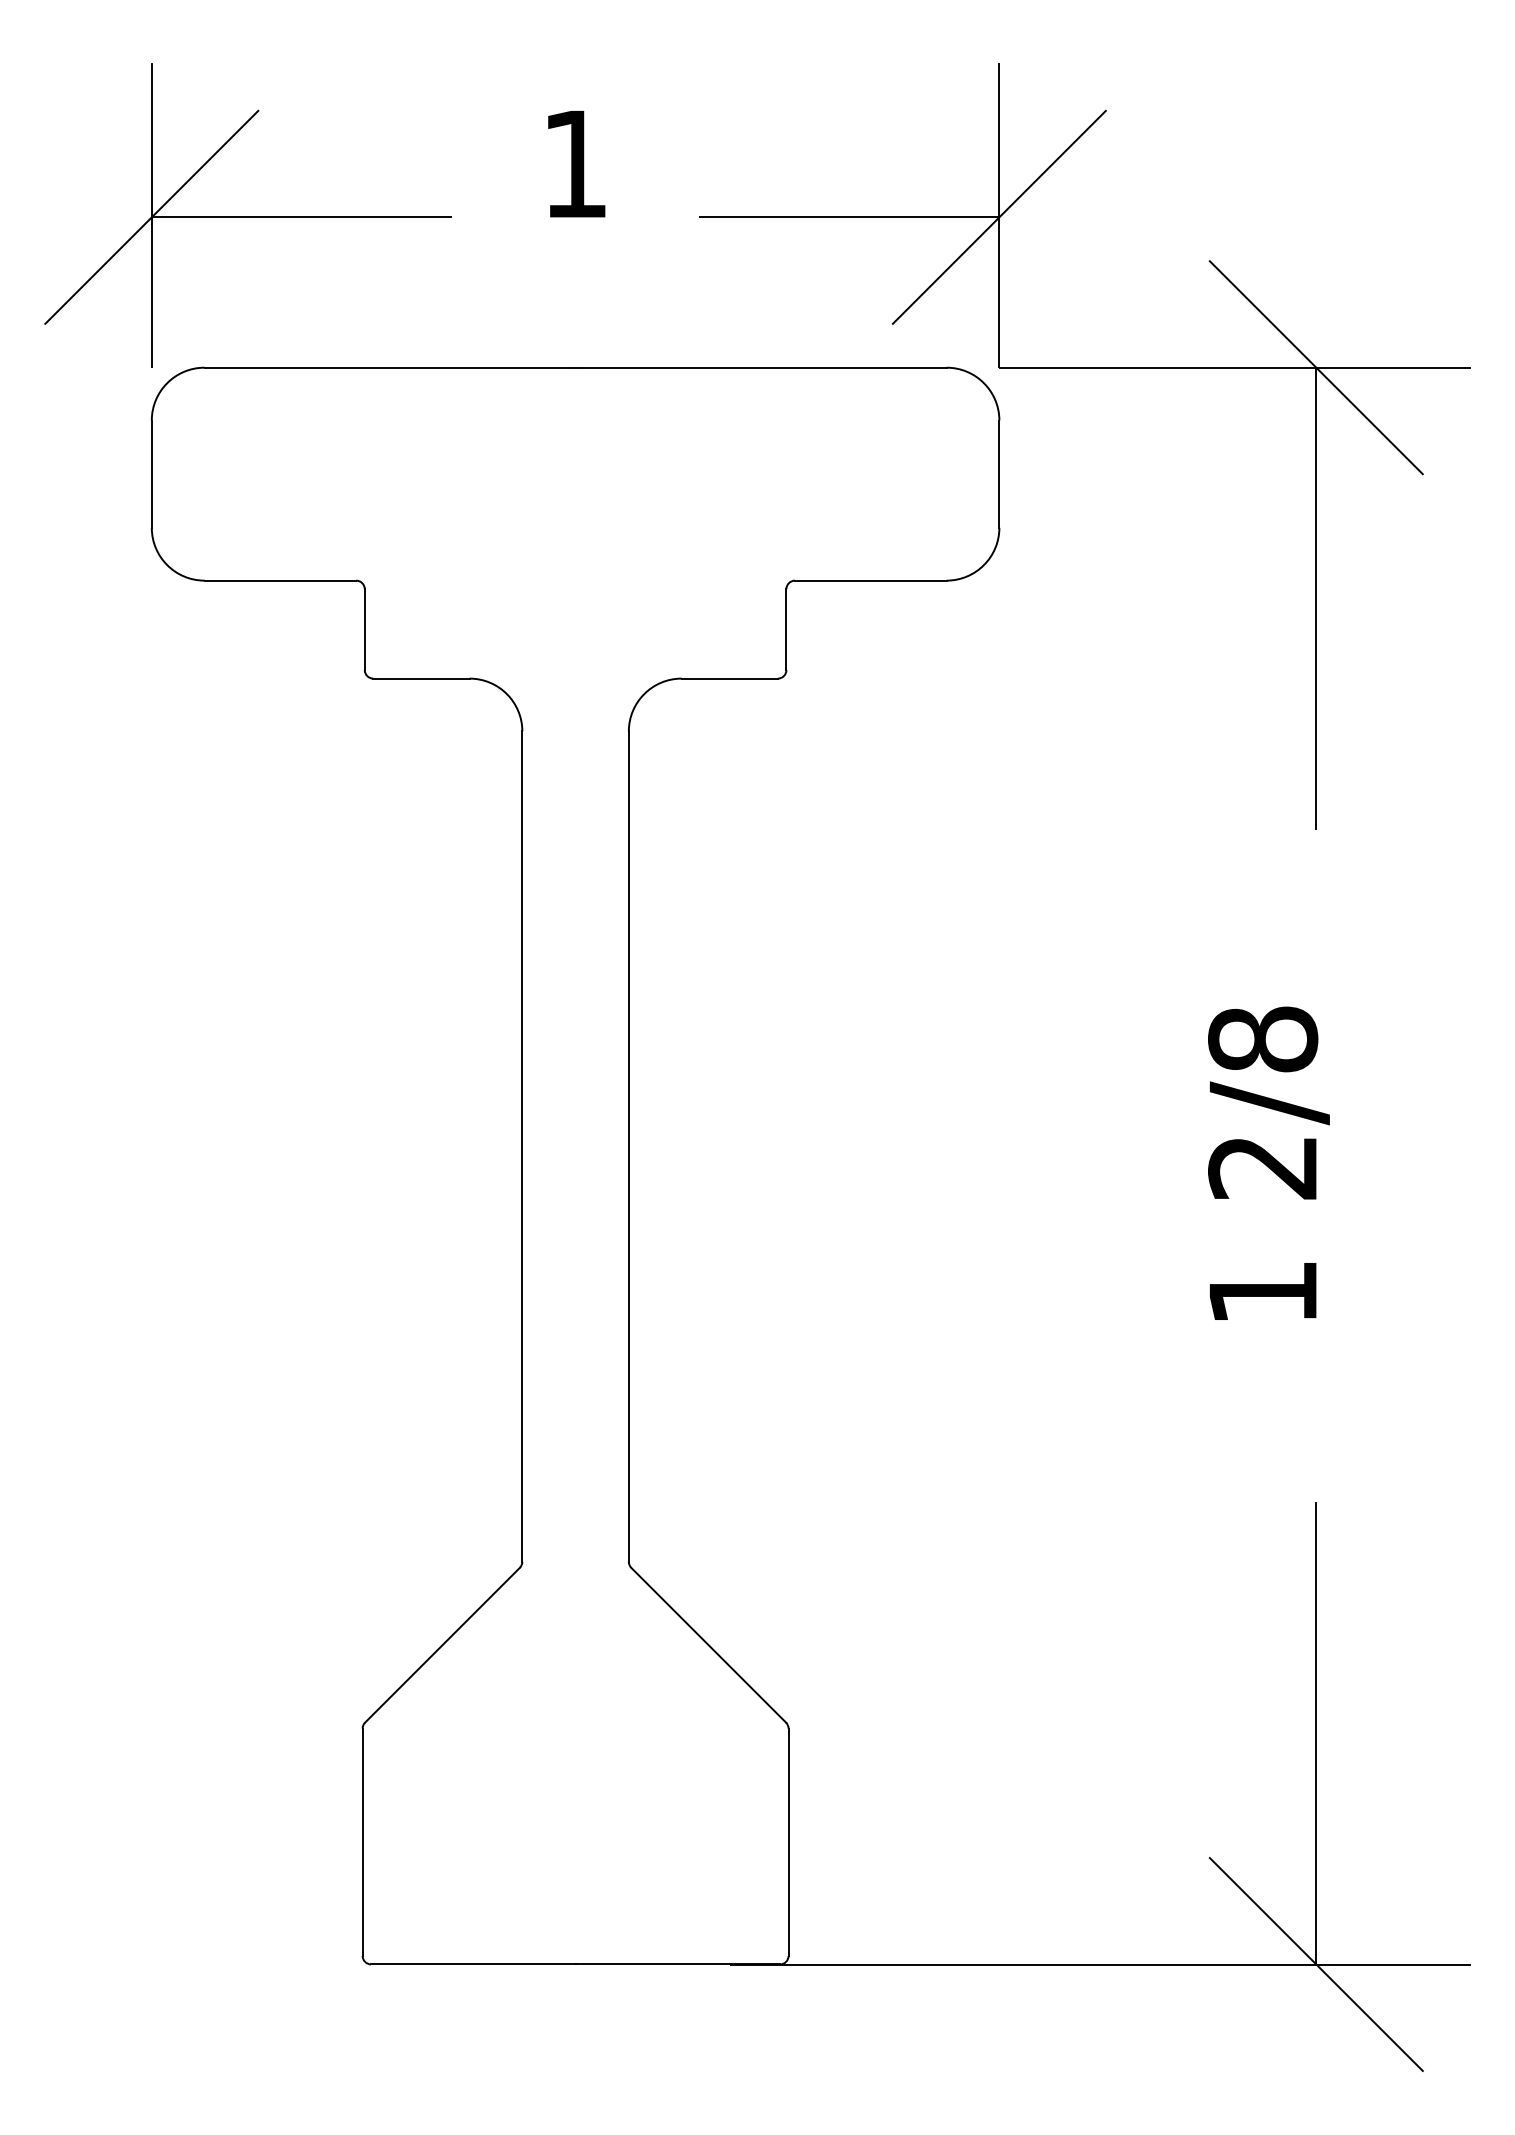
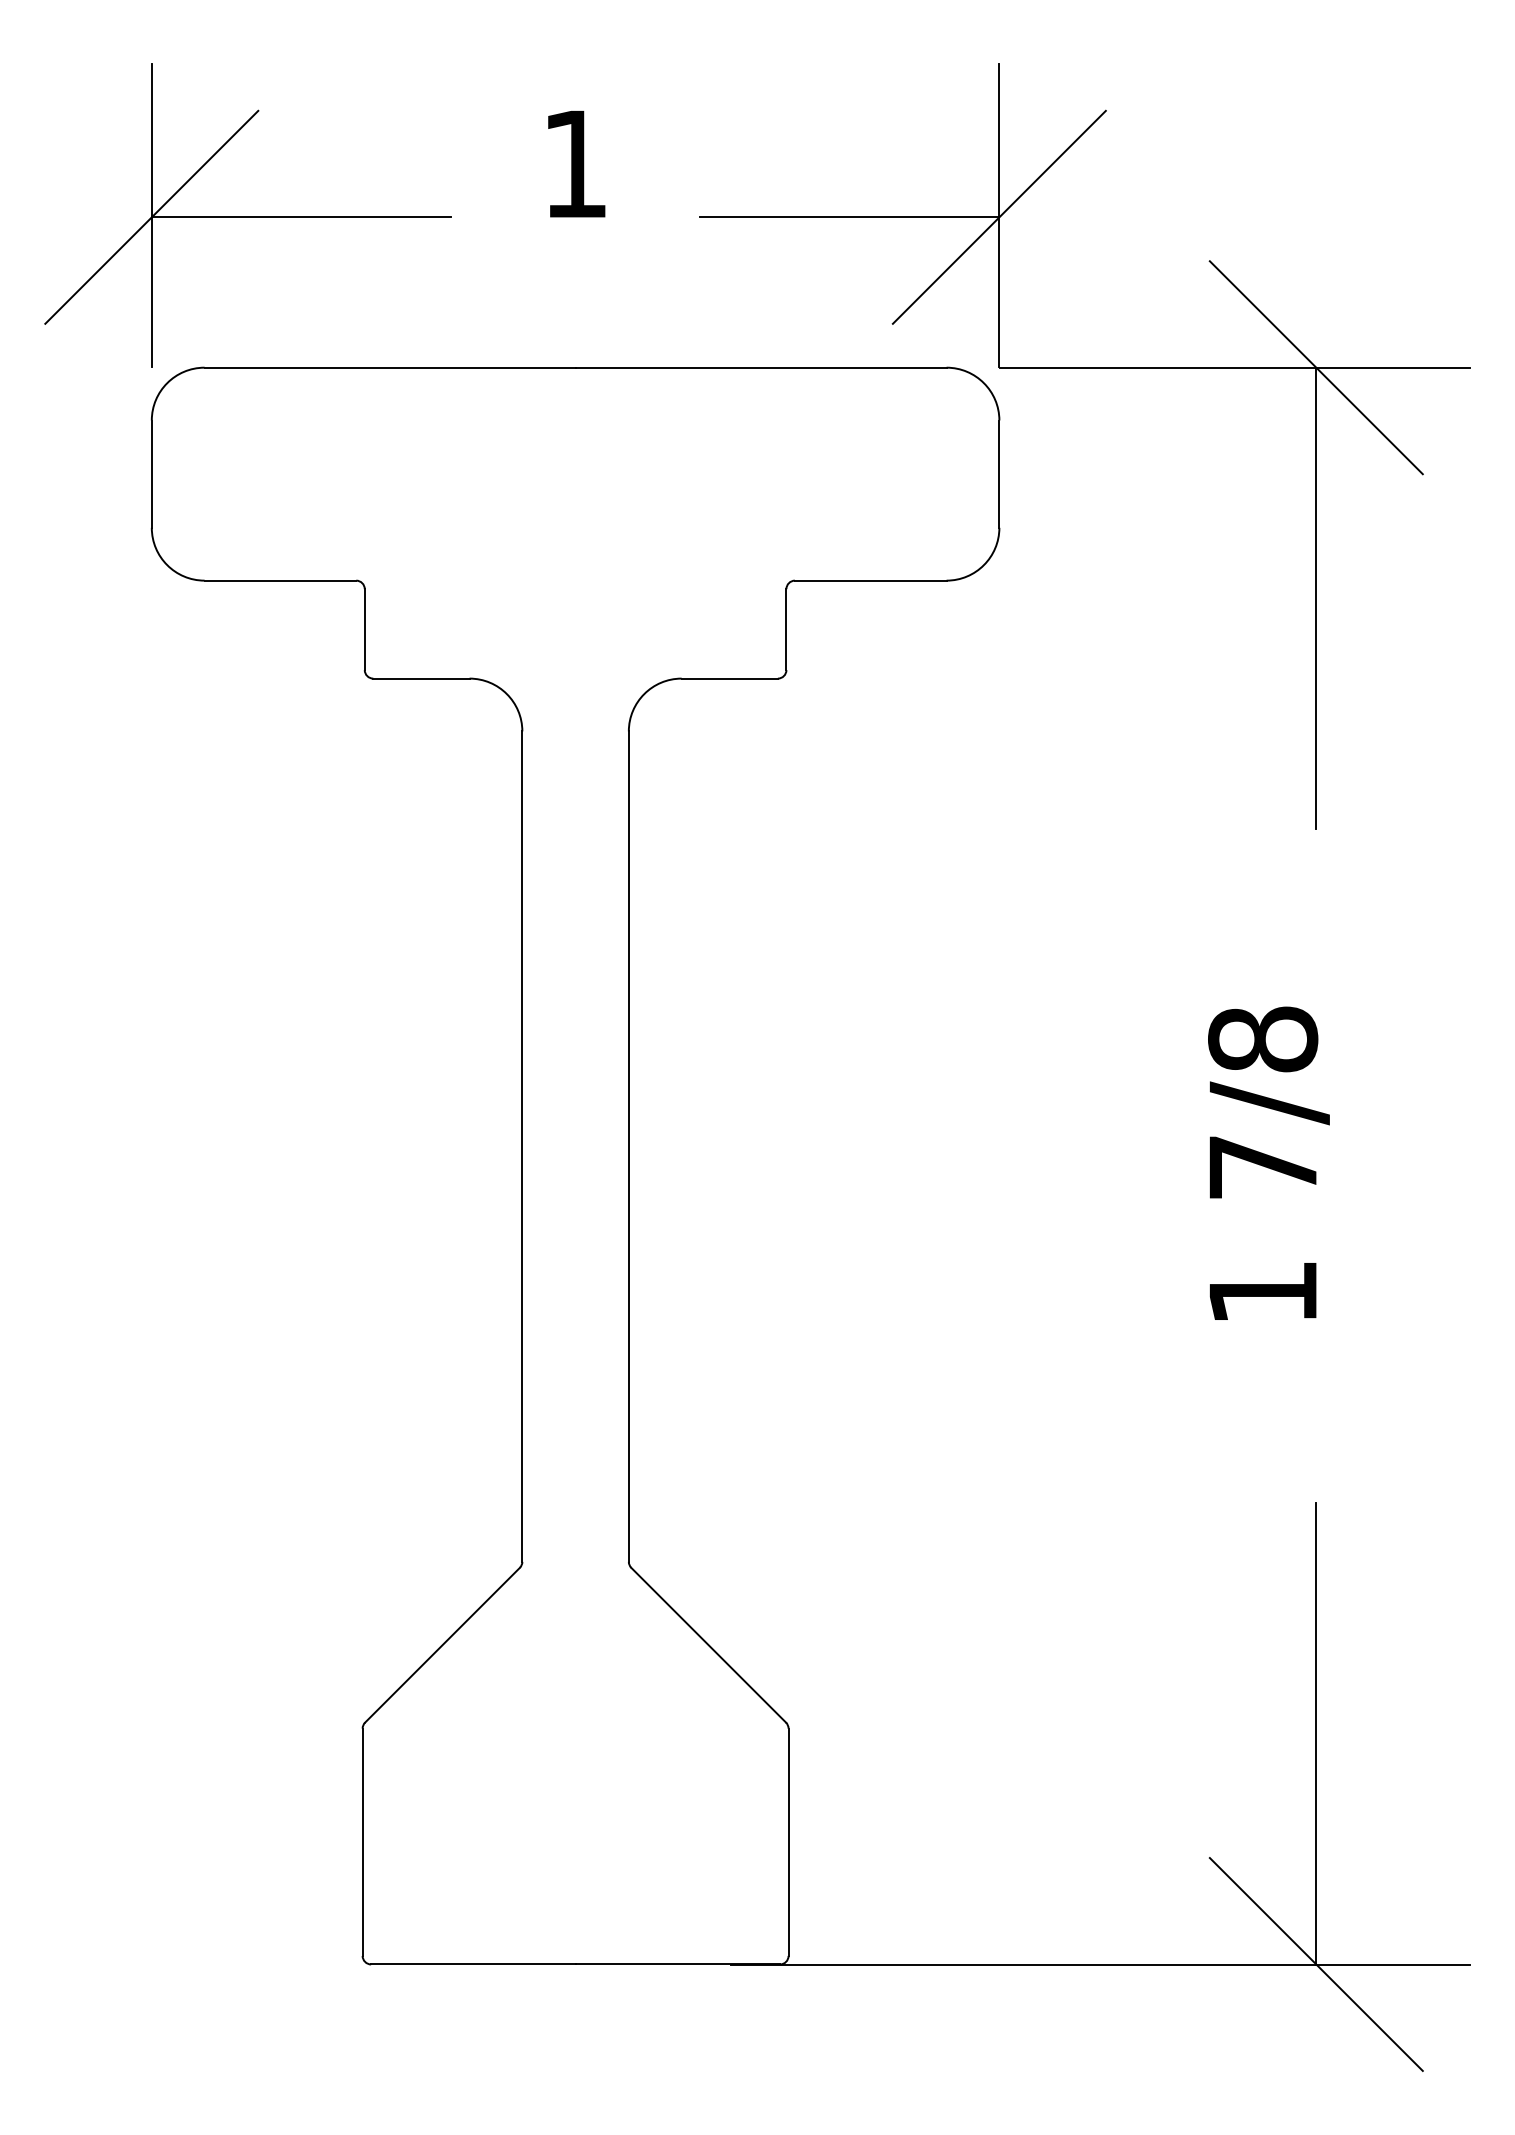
text at (1262, 1167): 2/8 -> 7/8
